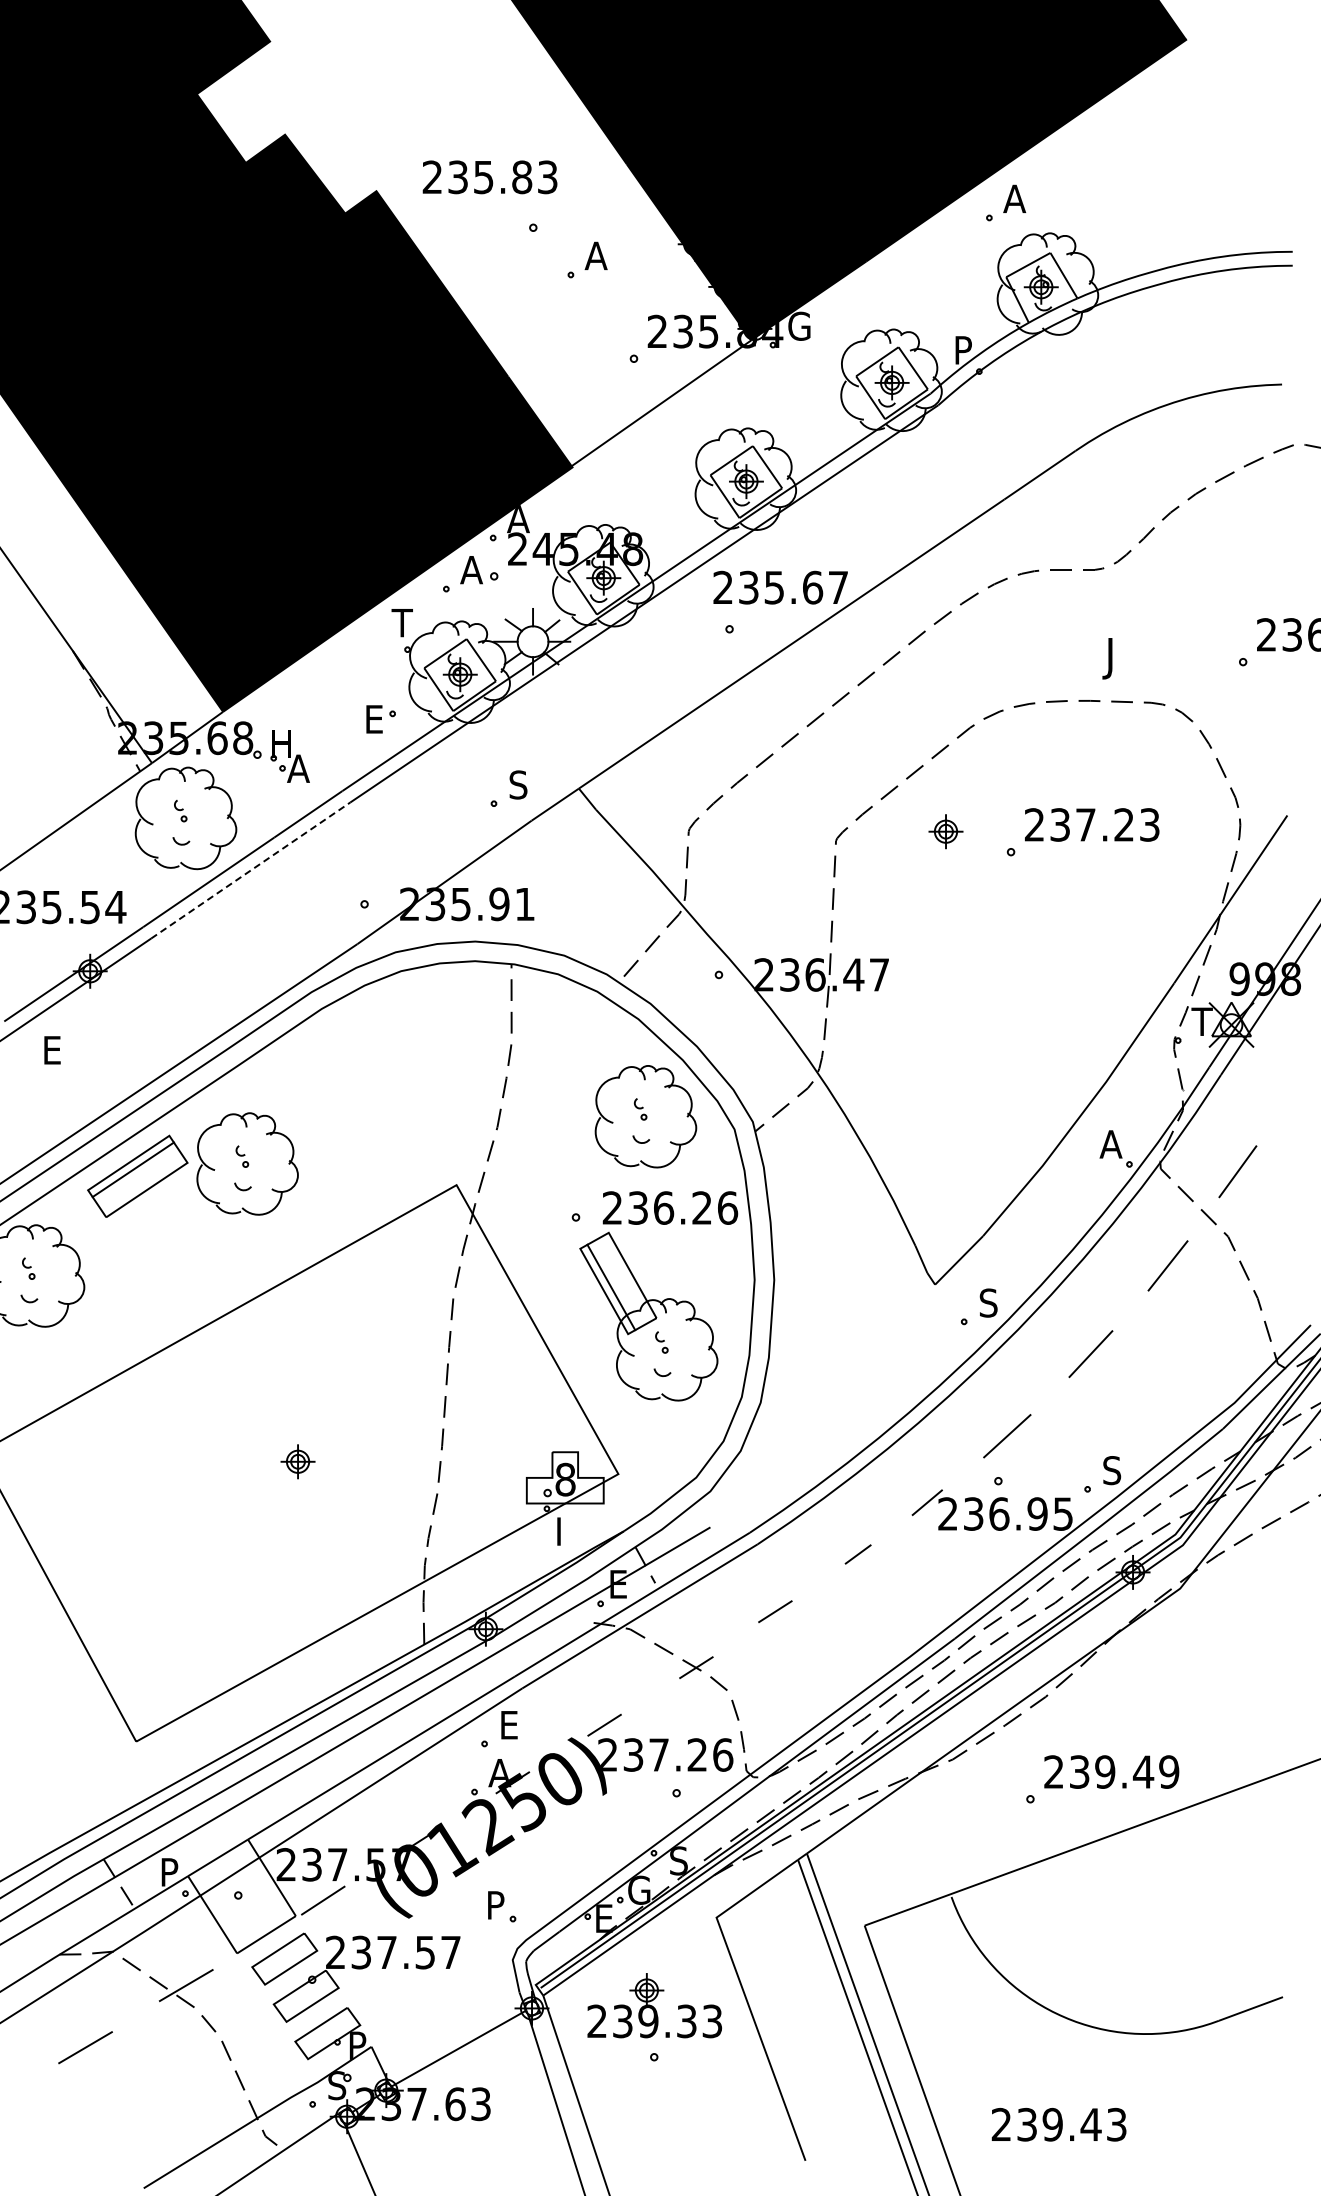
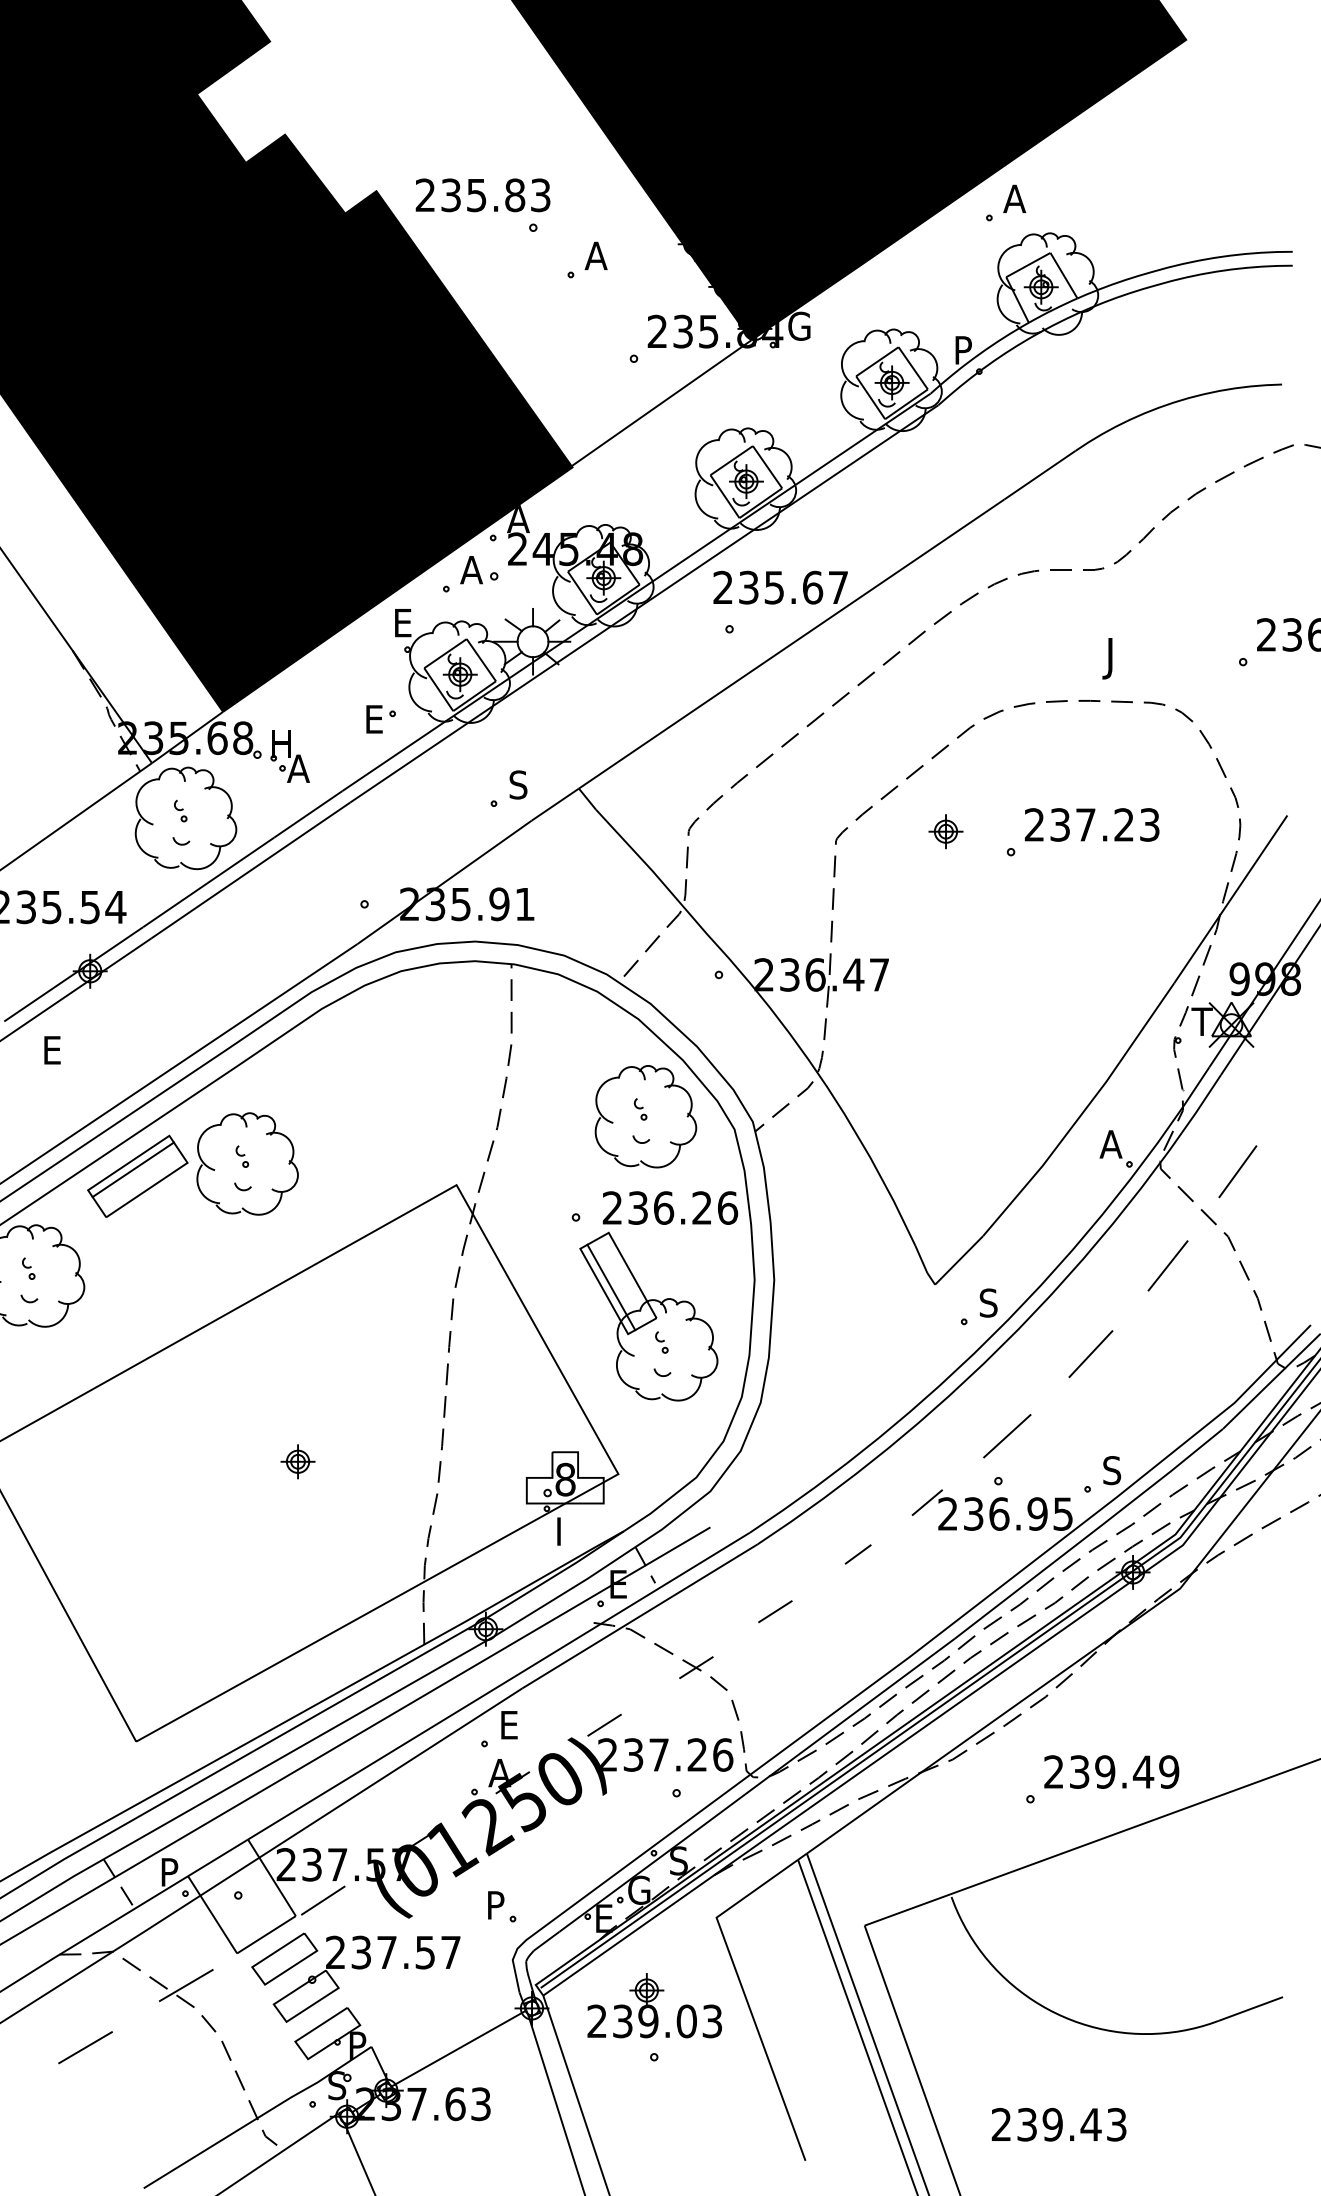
text at (489, 177) position: (489, 177) -> (482, 195)
text at (401, 623): T -> E
line at (250, 870): dashed -> solid
text at (686, 2021): 239.33 -> 239.03
